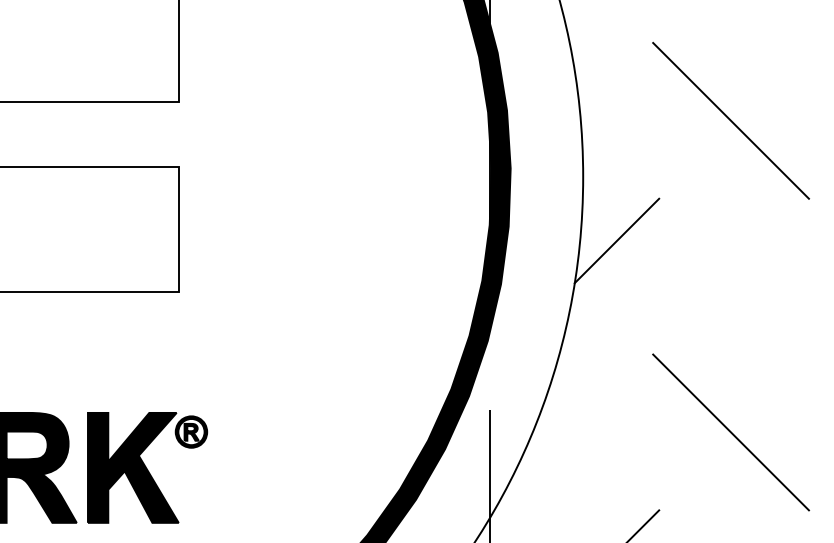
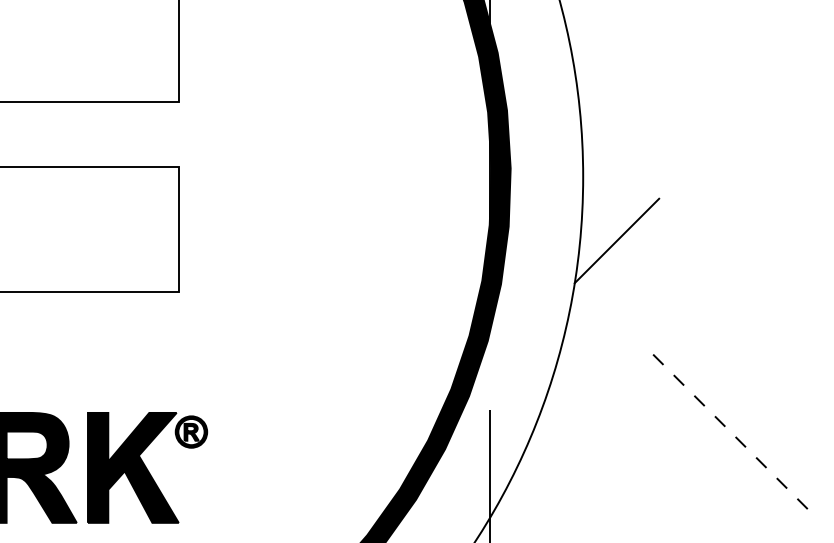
line at (730, 120): present -> none
line at (731, 432): solid -> dashed
line at (644, 524): present -> none
